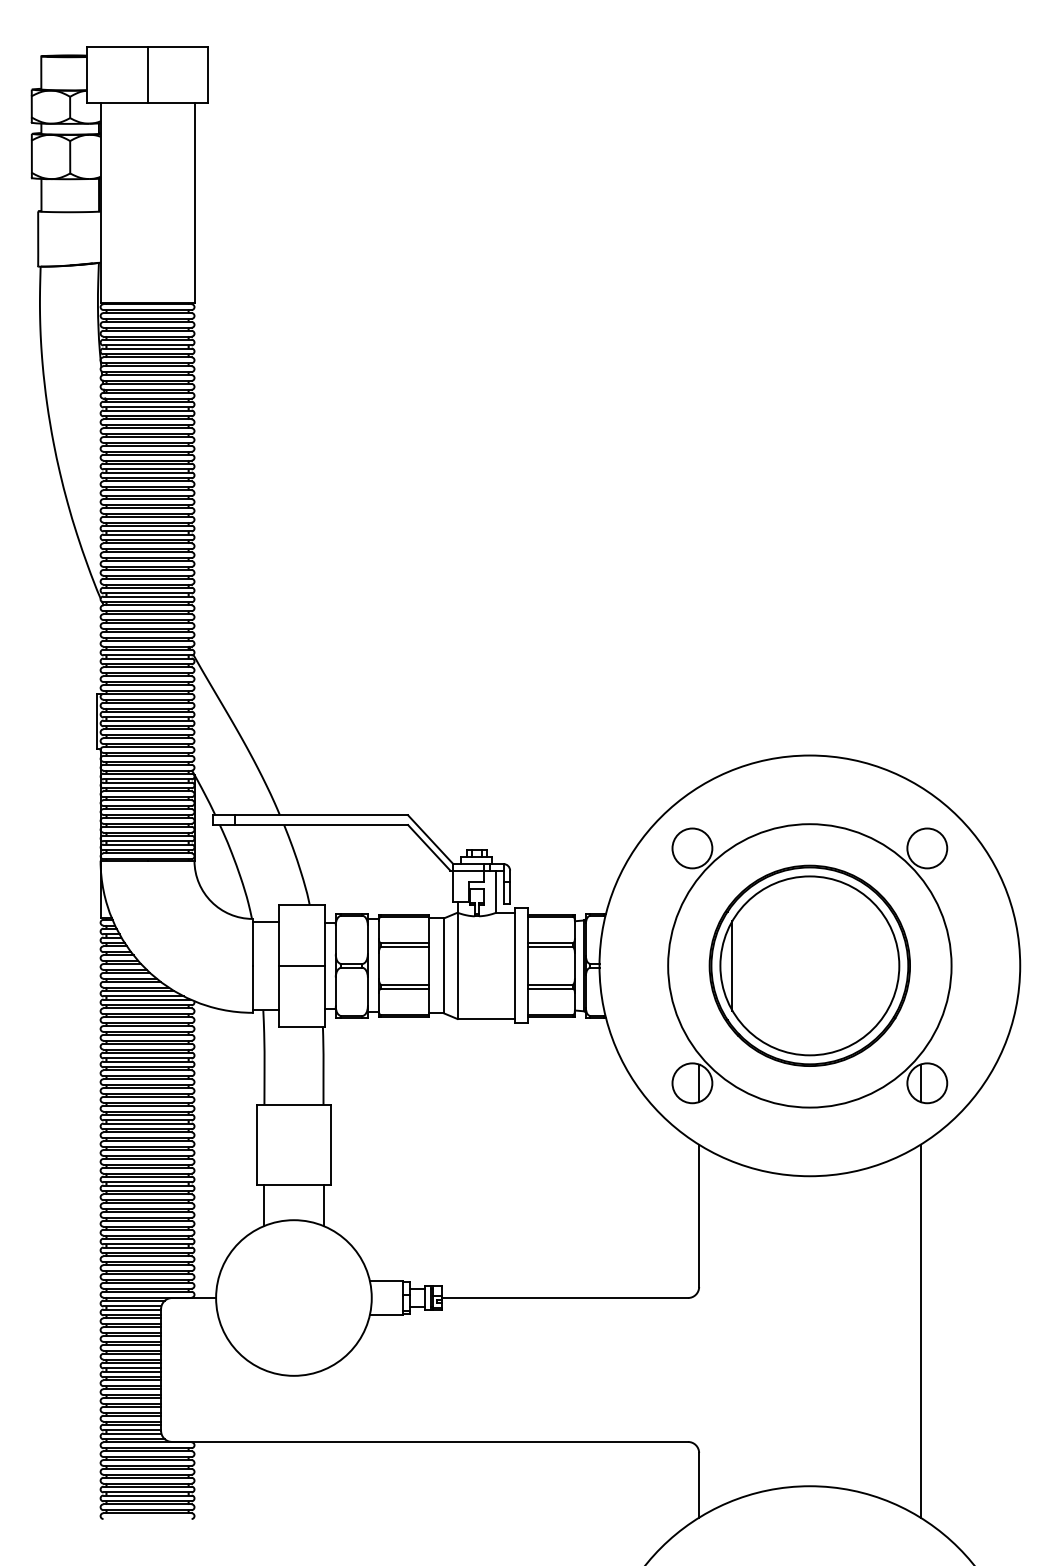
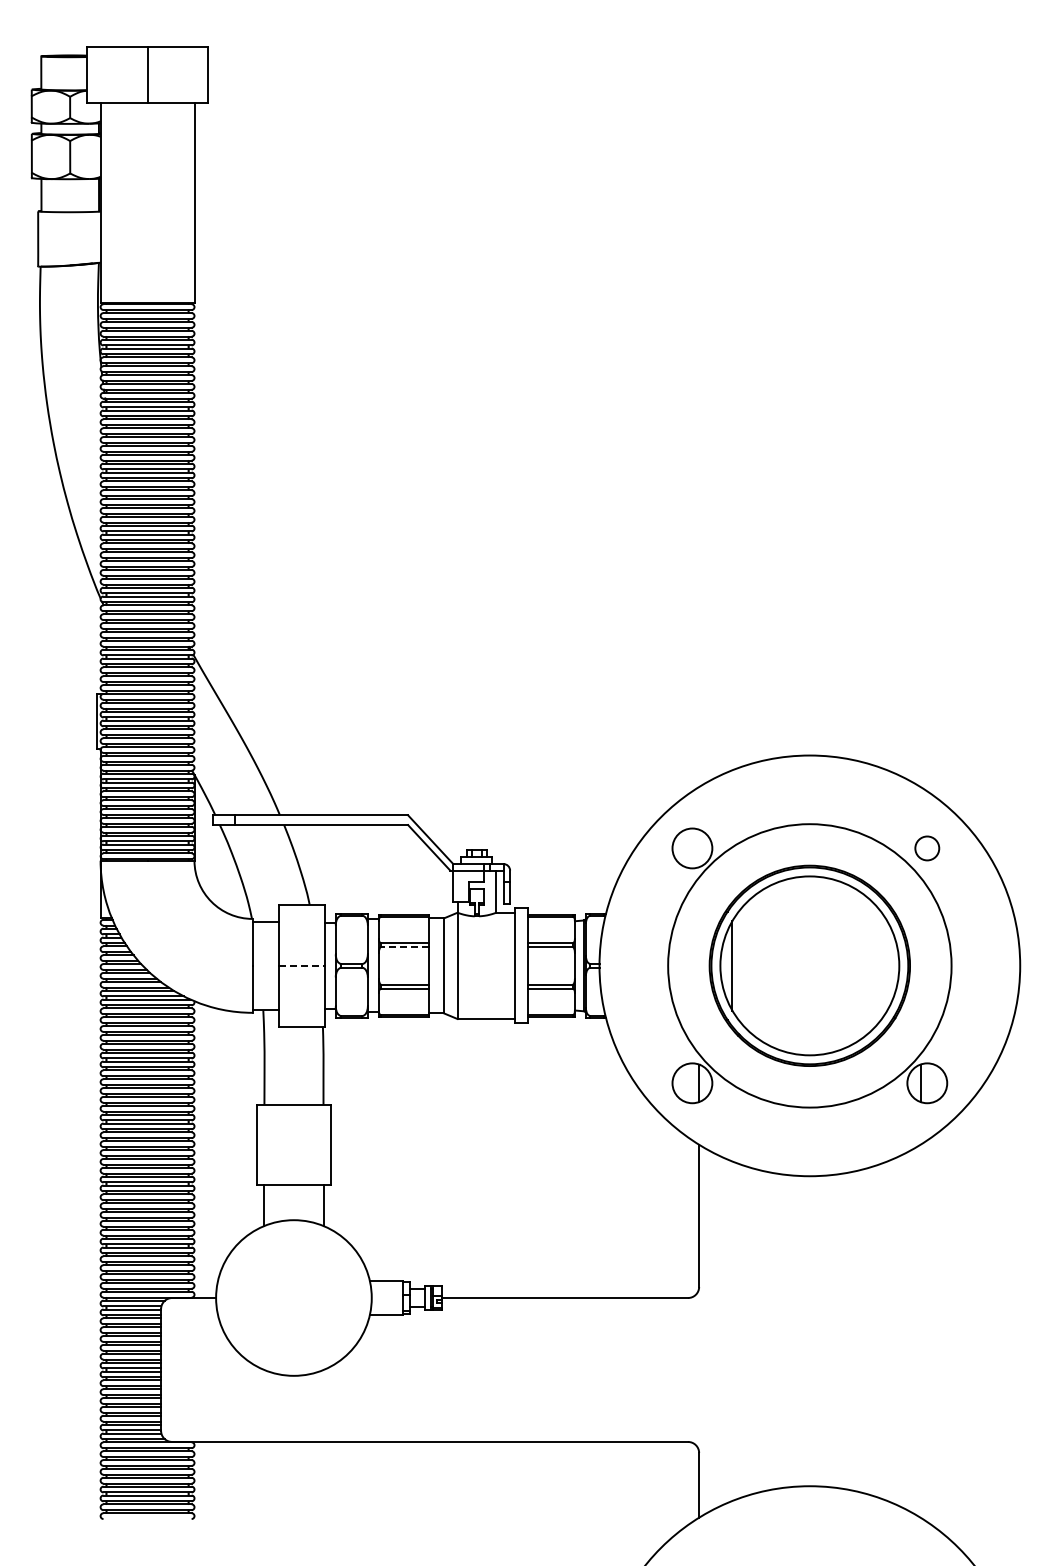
circle at (927, 848) diameter: 40 px -> 24 px
line at (404, 947): solid -> dashed
line at (302, 965): solid -> dashed
line at (920, 1330): present -> none
